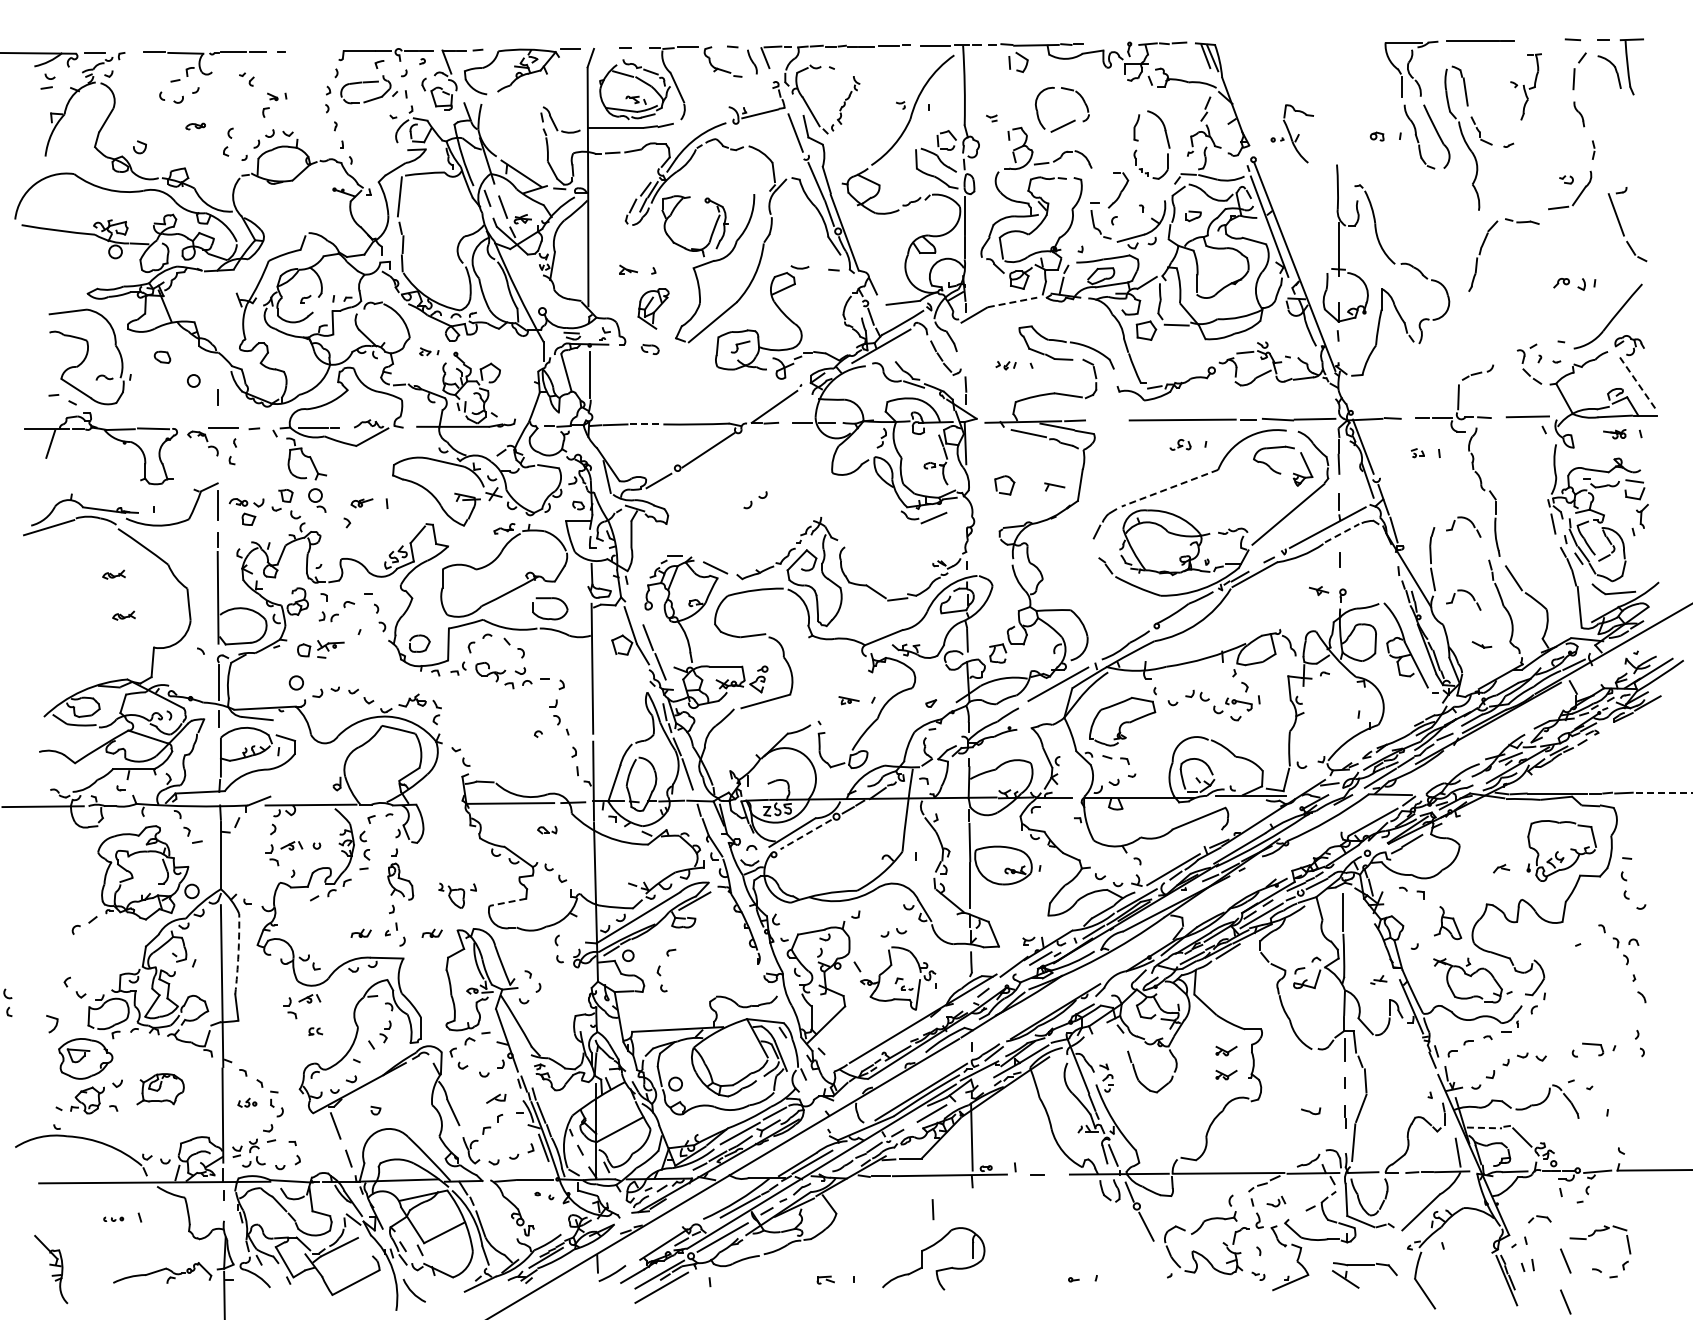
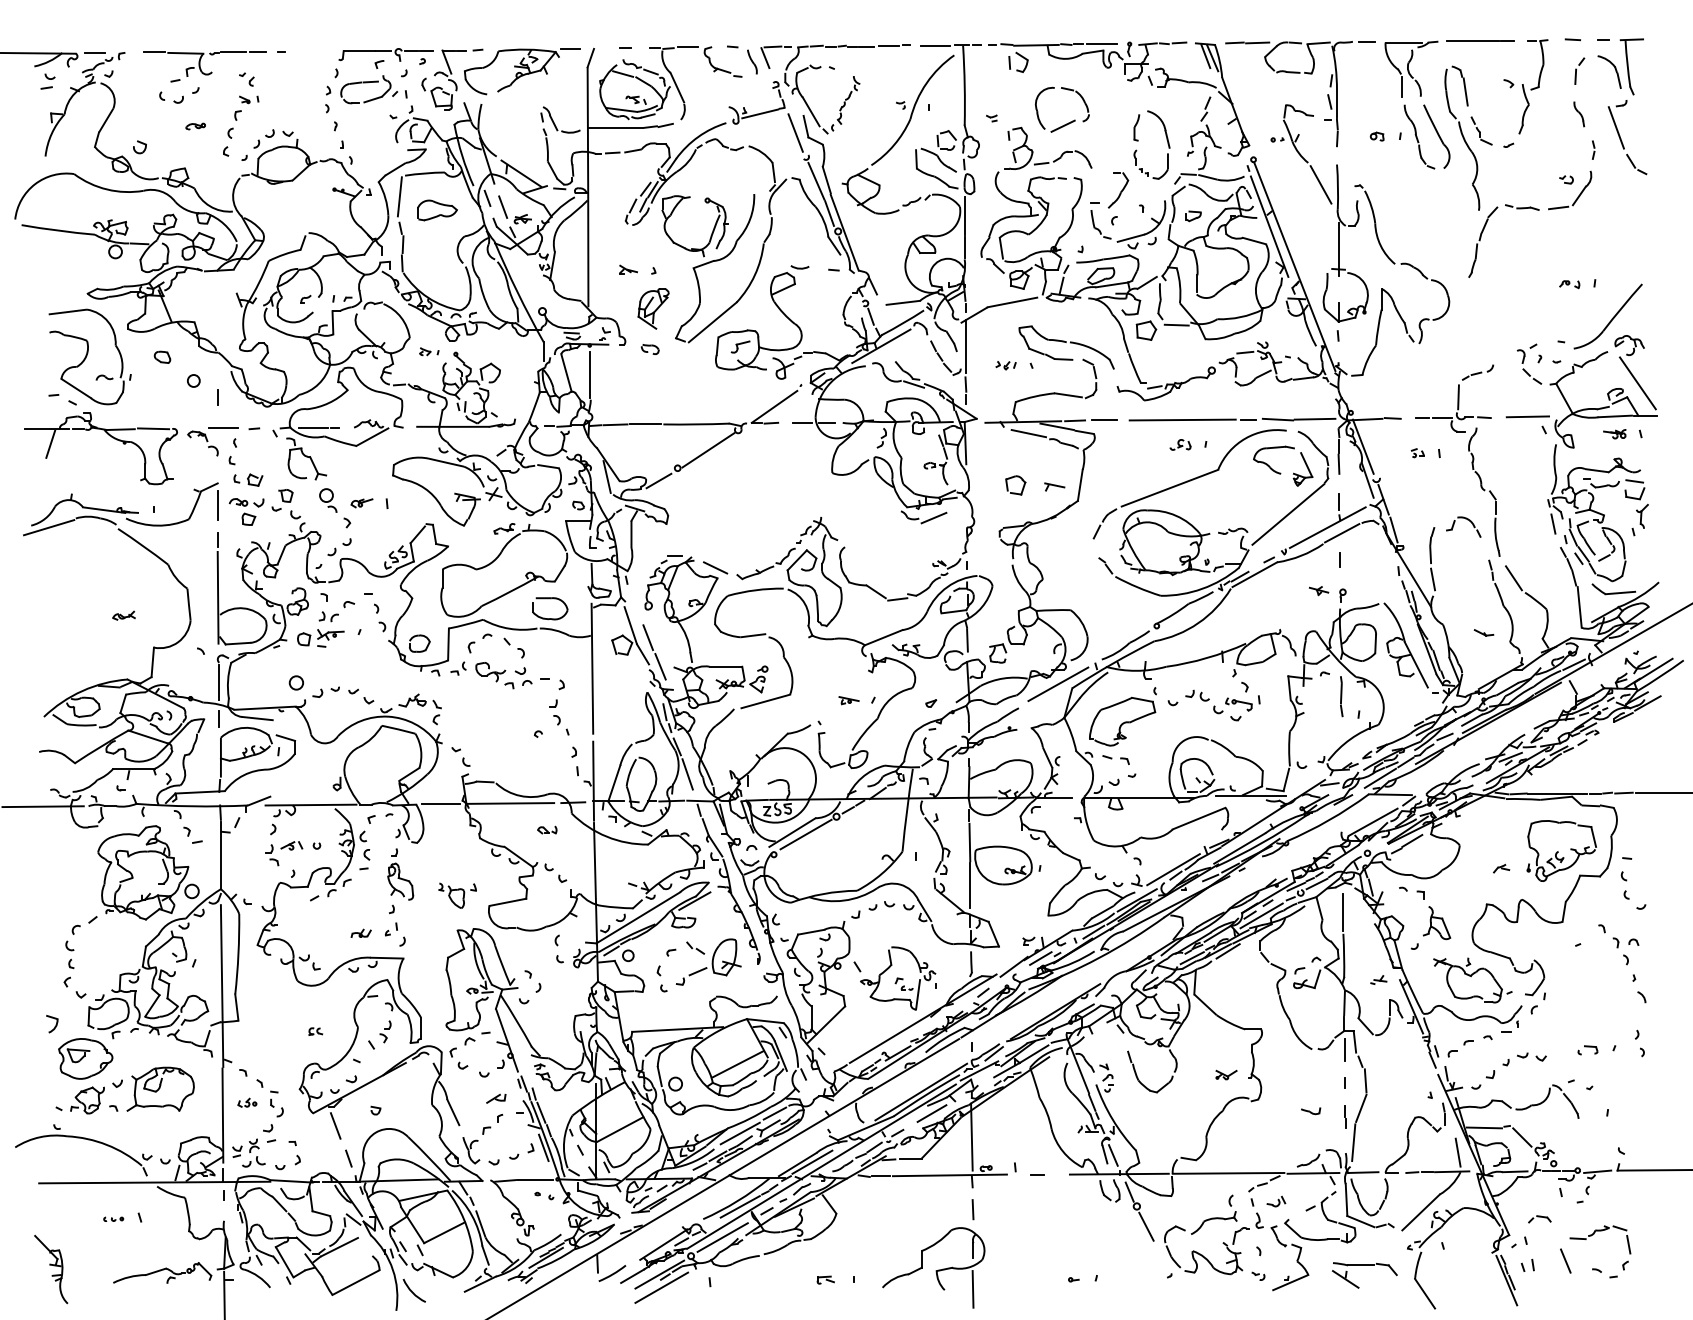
line at (1101, 44): none -> present
part at (1579, 71) size: 15x39 px -> 12x28 px
part at (1300, 73): none -> present
part at (1525, 86) size: 32x68 px -> 46x96 px
part at (274, 104) position: (274, 104) -> (246, 107)
line at (1320, 184): none -> present
part at (437, 210): none -> present
part at (1621, 225) position: (1621, 225) -> (1621, 138)
part at (1482, 248) position: (1482, 248) -> (1482, 234)
part at (1569, 284) size: 33x13 px -> 22x10 px
line at (1013, 302): dashed -> solid
line at (965, 345): none -> present
line at (1637, 383): dashed -> solid
line at (1104, 420): none -> present
line at (645, 424): dashed -> solid
part at (248, 479): none -> present
line at (1169, 488): dashed -> solid
part at (1004, 492) position: (1004, 492) -> (1015, 492)
part at (317, 500) position: (317, 500) -> (328, 500)
part at (755, 500) position: (755, 500) -> (339, 547)
line at (1342, 533): dashed -> solid
part at (113, 574): present -> none
part at (1467, 593): present -> none
part at (1481, 644) position: (1481, 644) -> (1483, 632)
part at (320, 649) position: (320, 649) -> (320, 638)
line at (1341, 696): none -> present
line at (1664, 792): dashed -> solid
line at (440, 803): none -> present
line at (805, 834): dashed -> solid
line at (507, 902): dashed -> solid
part at (1448, 923) position: (1448, 923) -> (1437, 923)
part at (431, 932): present -> none
part at (893, 932) position: (893, 932) -> (881, 905)
arc at (238, 954): dashed -> solid
part at (708, 961): none -> present
part at (7, 1002) position: (7, 1002) -> (69, 954)
part at (302, 1006): present -> none
part at (1587, 1049) size: 34x16 px -> 22x11 px
part at (1226, 1050): present -> none
line at (737, 1064): none -> present
part at (160, 1089) size: 49x33 px -> 69x46 px
line at (1484, 1127): dashed -> solid
line at (932, 1209) position: (932, 1209) -> (972, 1209)
line at (972, 1289): none -> present
line at (1565, 1301): present -> none
